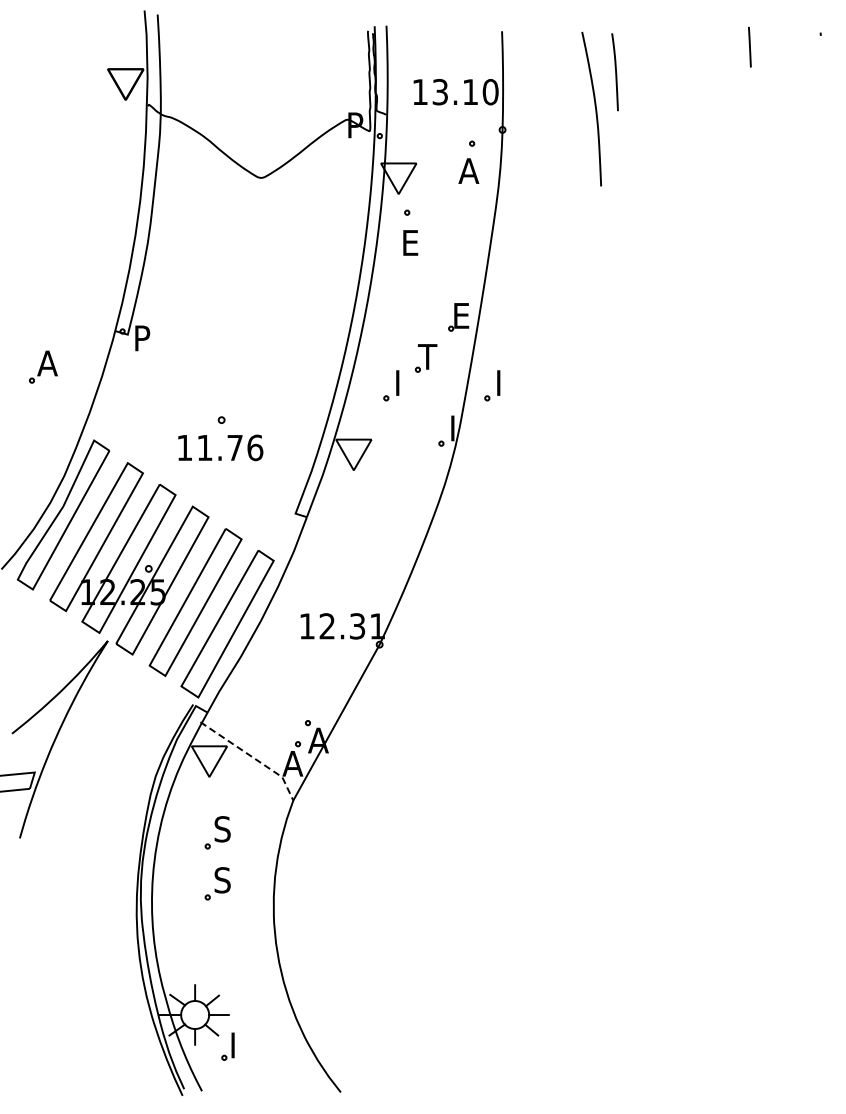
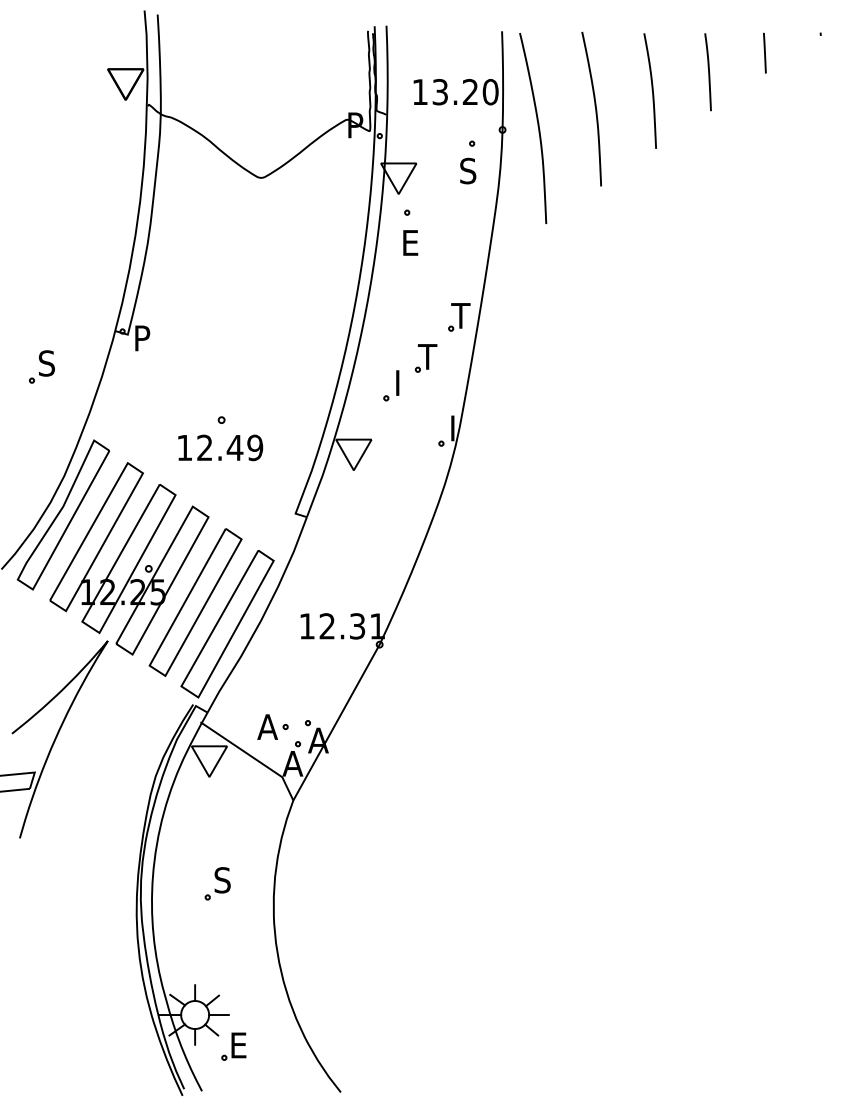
line at (749, 46) position: (749, 46) -> (764, 52)
curve at (615, 72) position: (615, 72) -> (708, 72)
curve at (651, 90): none -> present
text at (469, 91): 13.10 -> 13.20
curve at (537, 126): none -> present
text at (468, 170): A -> S
text at (460, 315): E -> T
text at (47, 363): A -> S
part at (492, 385): present -> none
text at (230, 447): 11.76 -> 12.49
part at (272, 726): none -> present
line at (252, 757): dashed -> solid
part at (217, 832): present -> none
text at (240, 1045): I -> E
